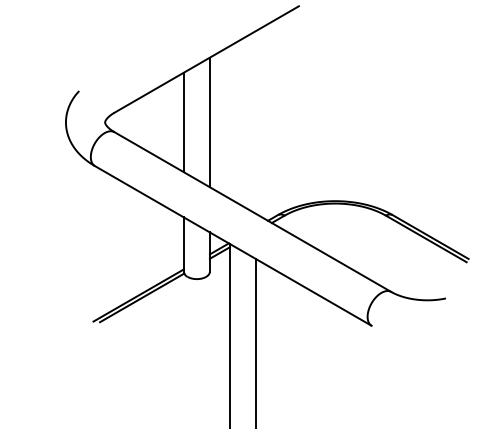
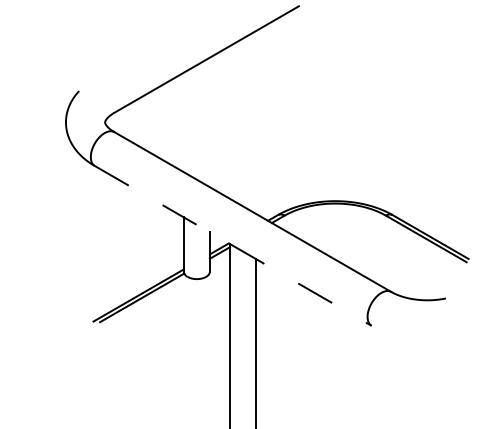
line at (183, 122): present -> none
line at (209, 122): present -> none
line at (233, 245): solid -> dashed
